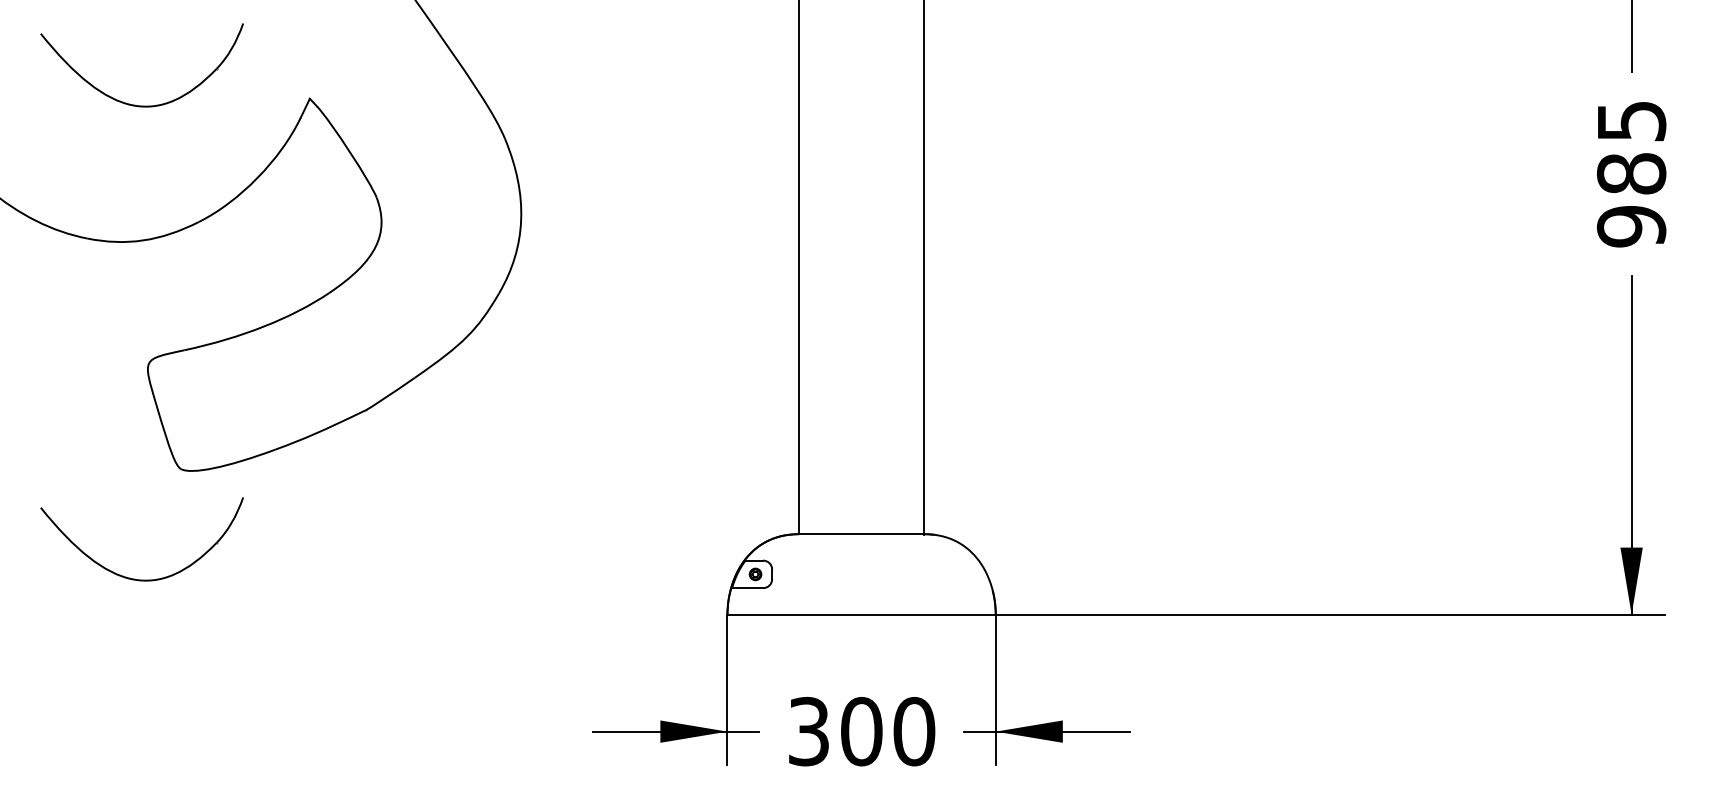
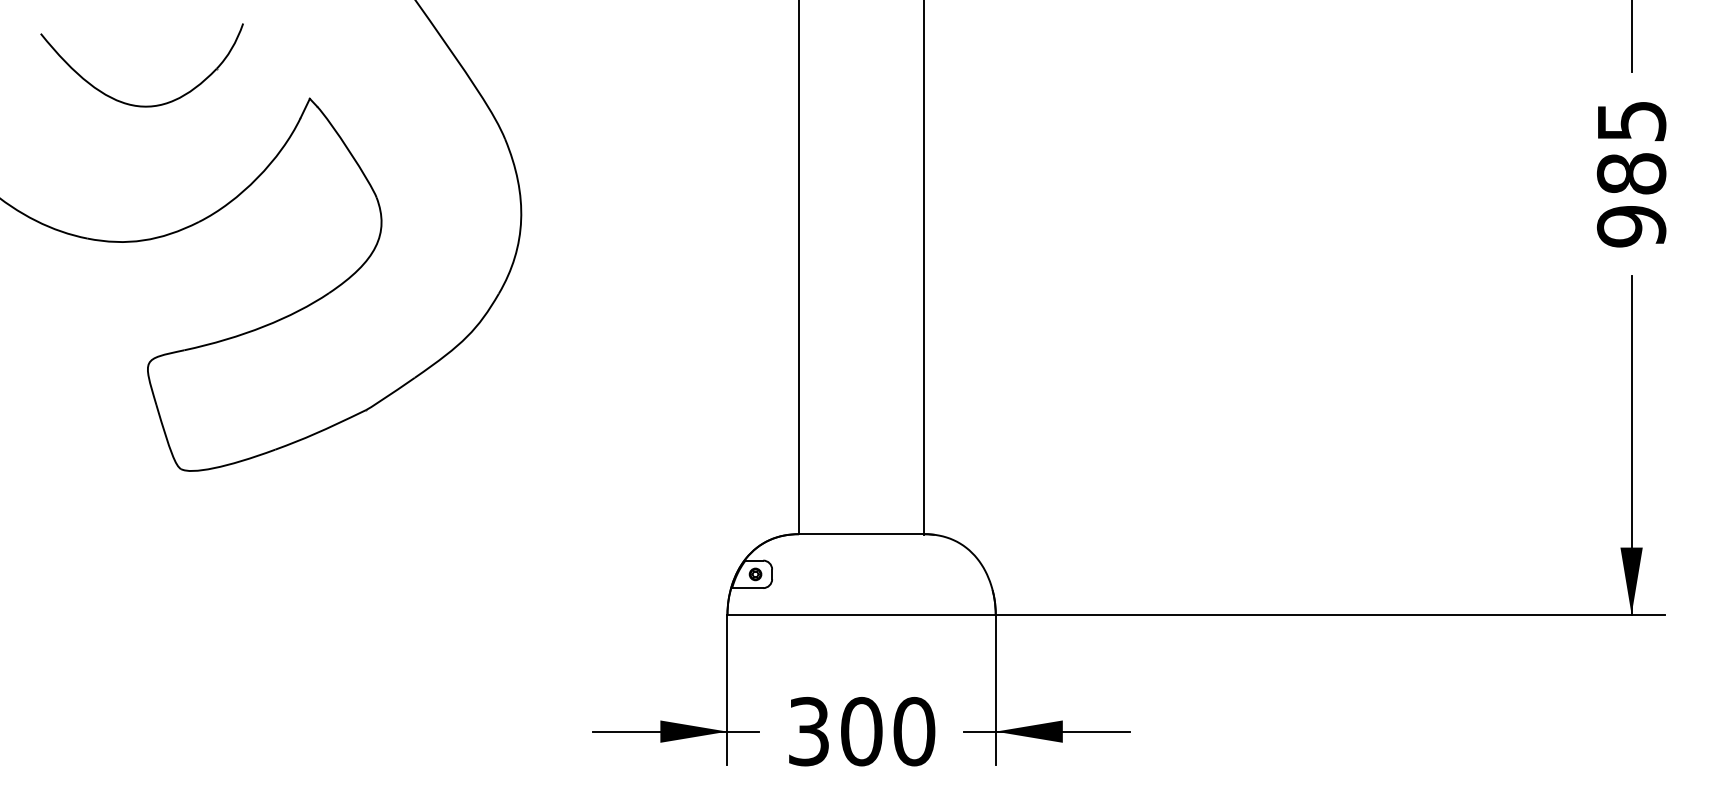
part at (135, 578): present -> none
